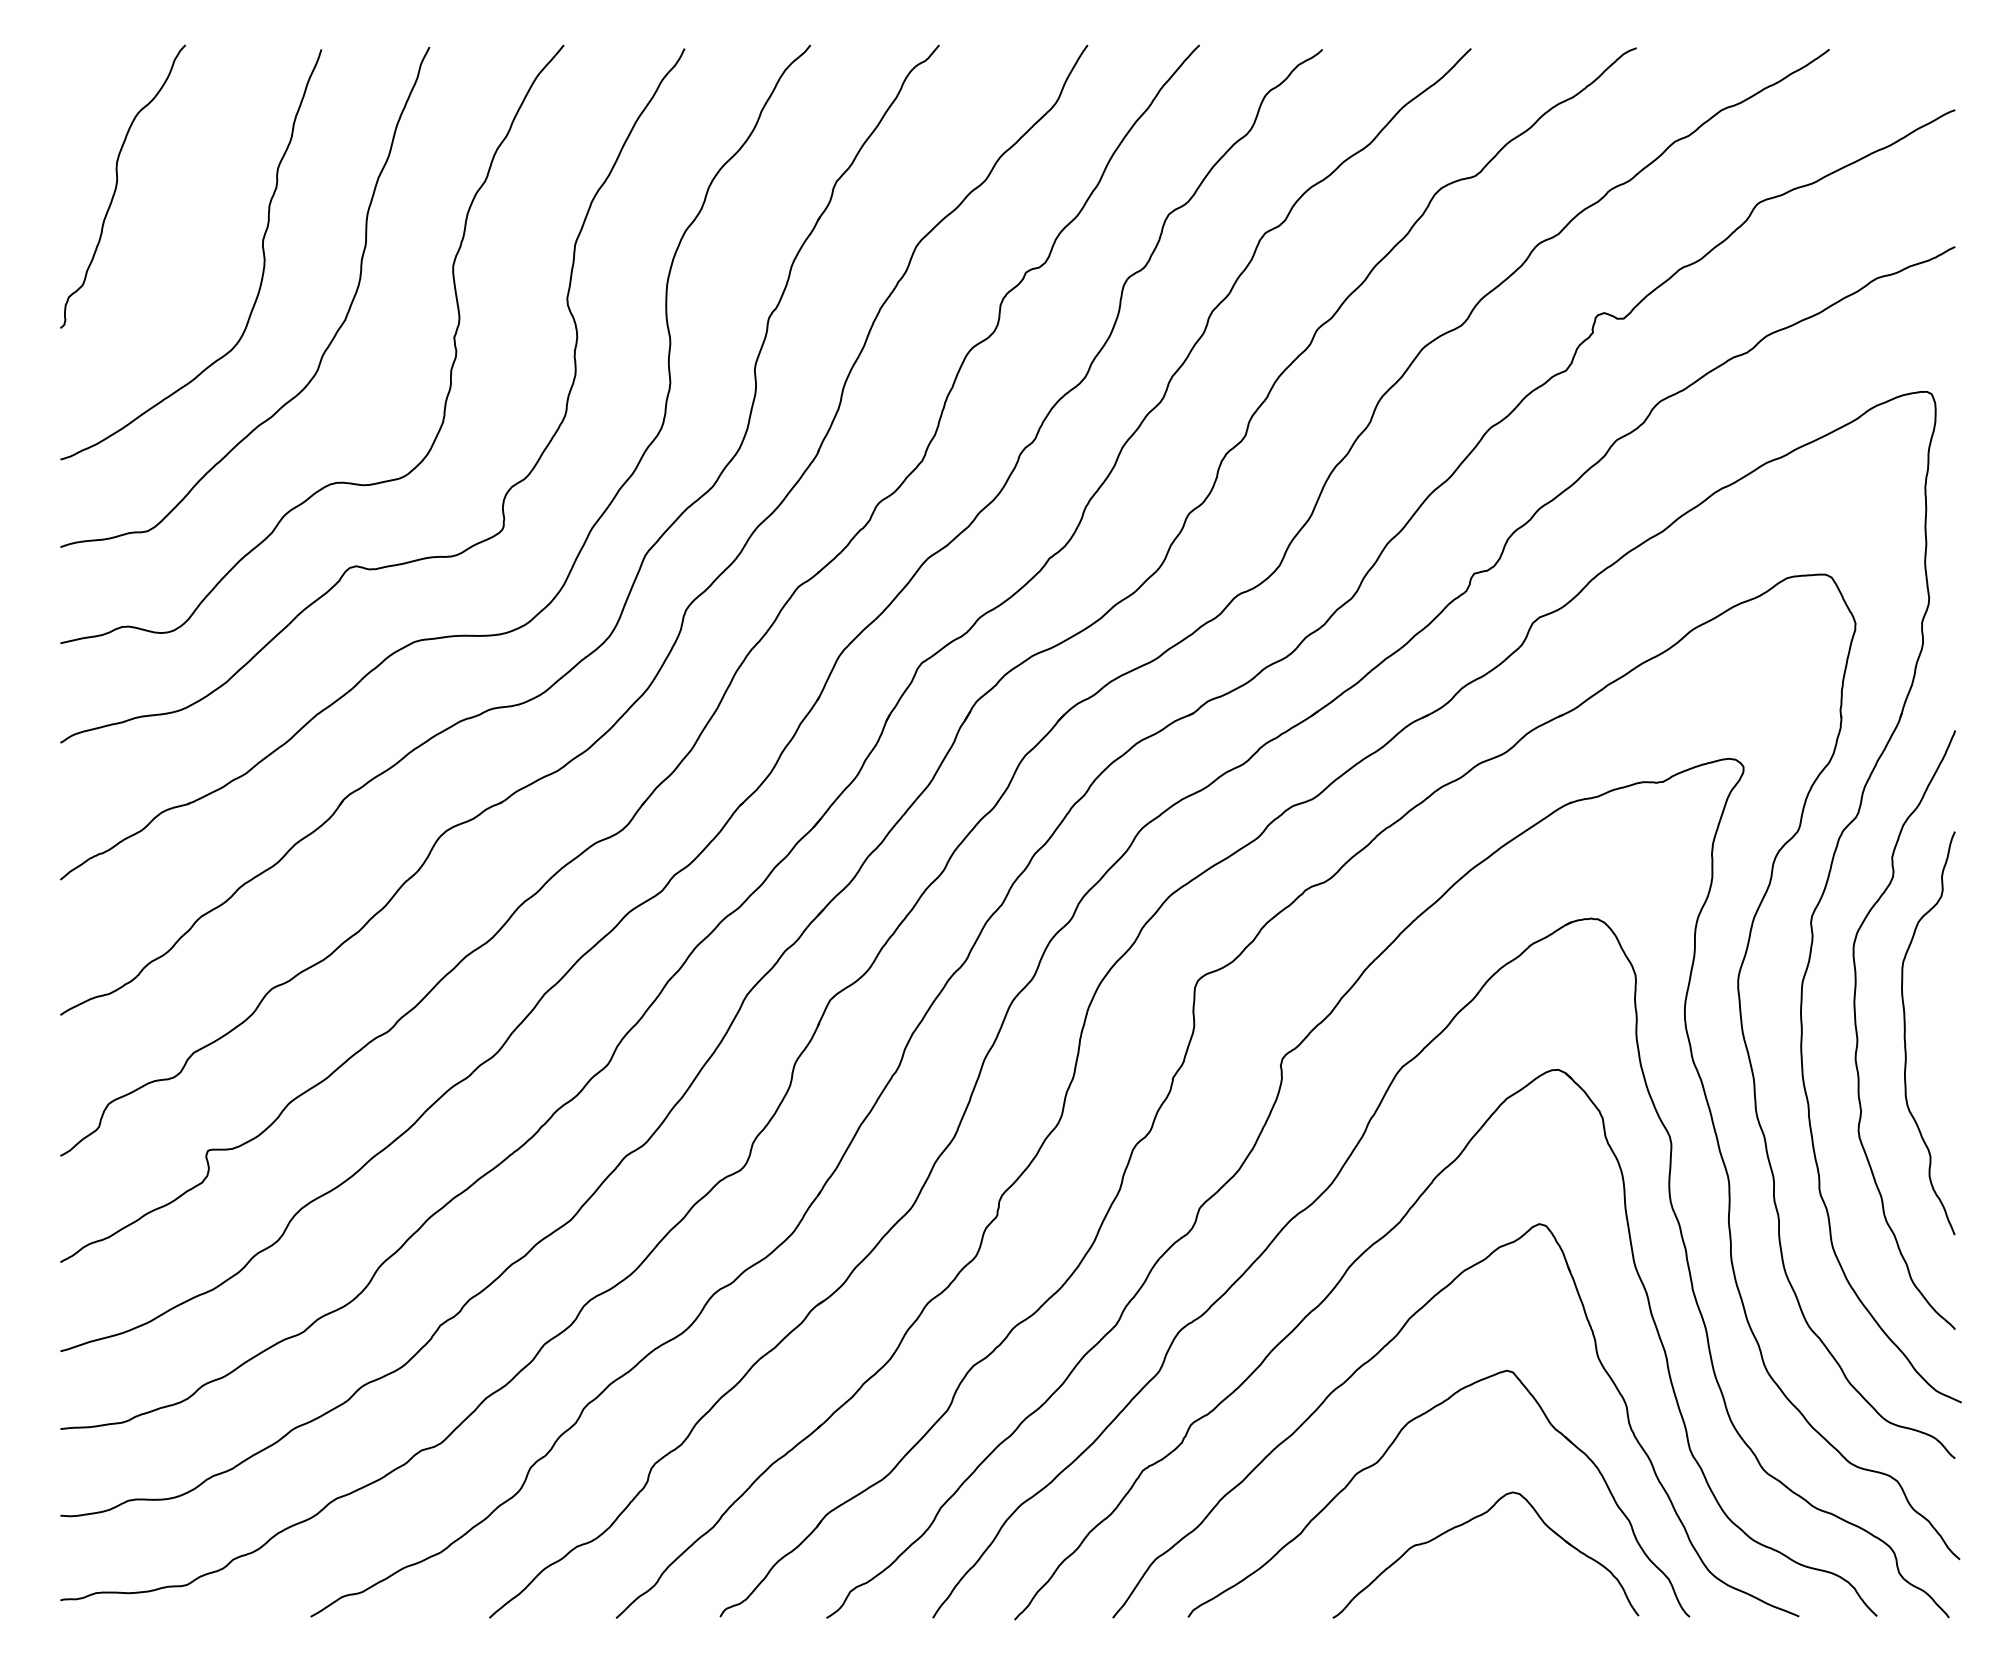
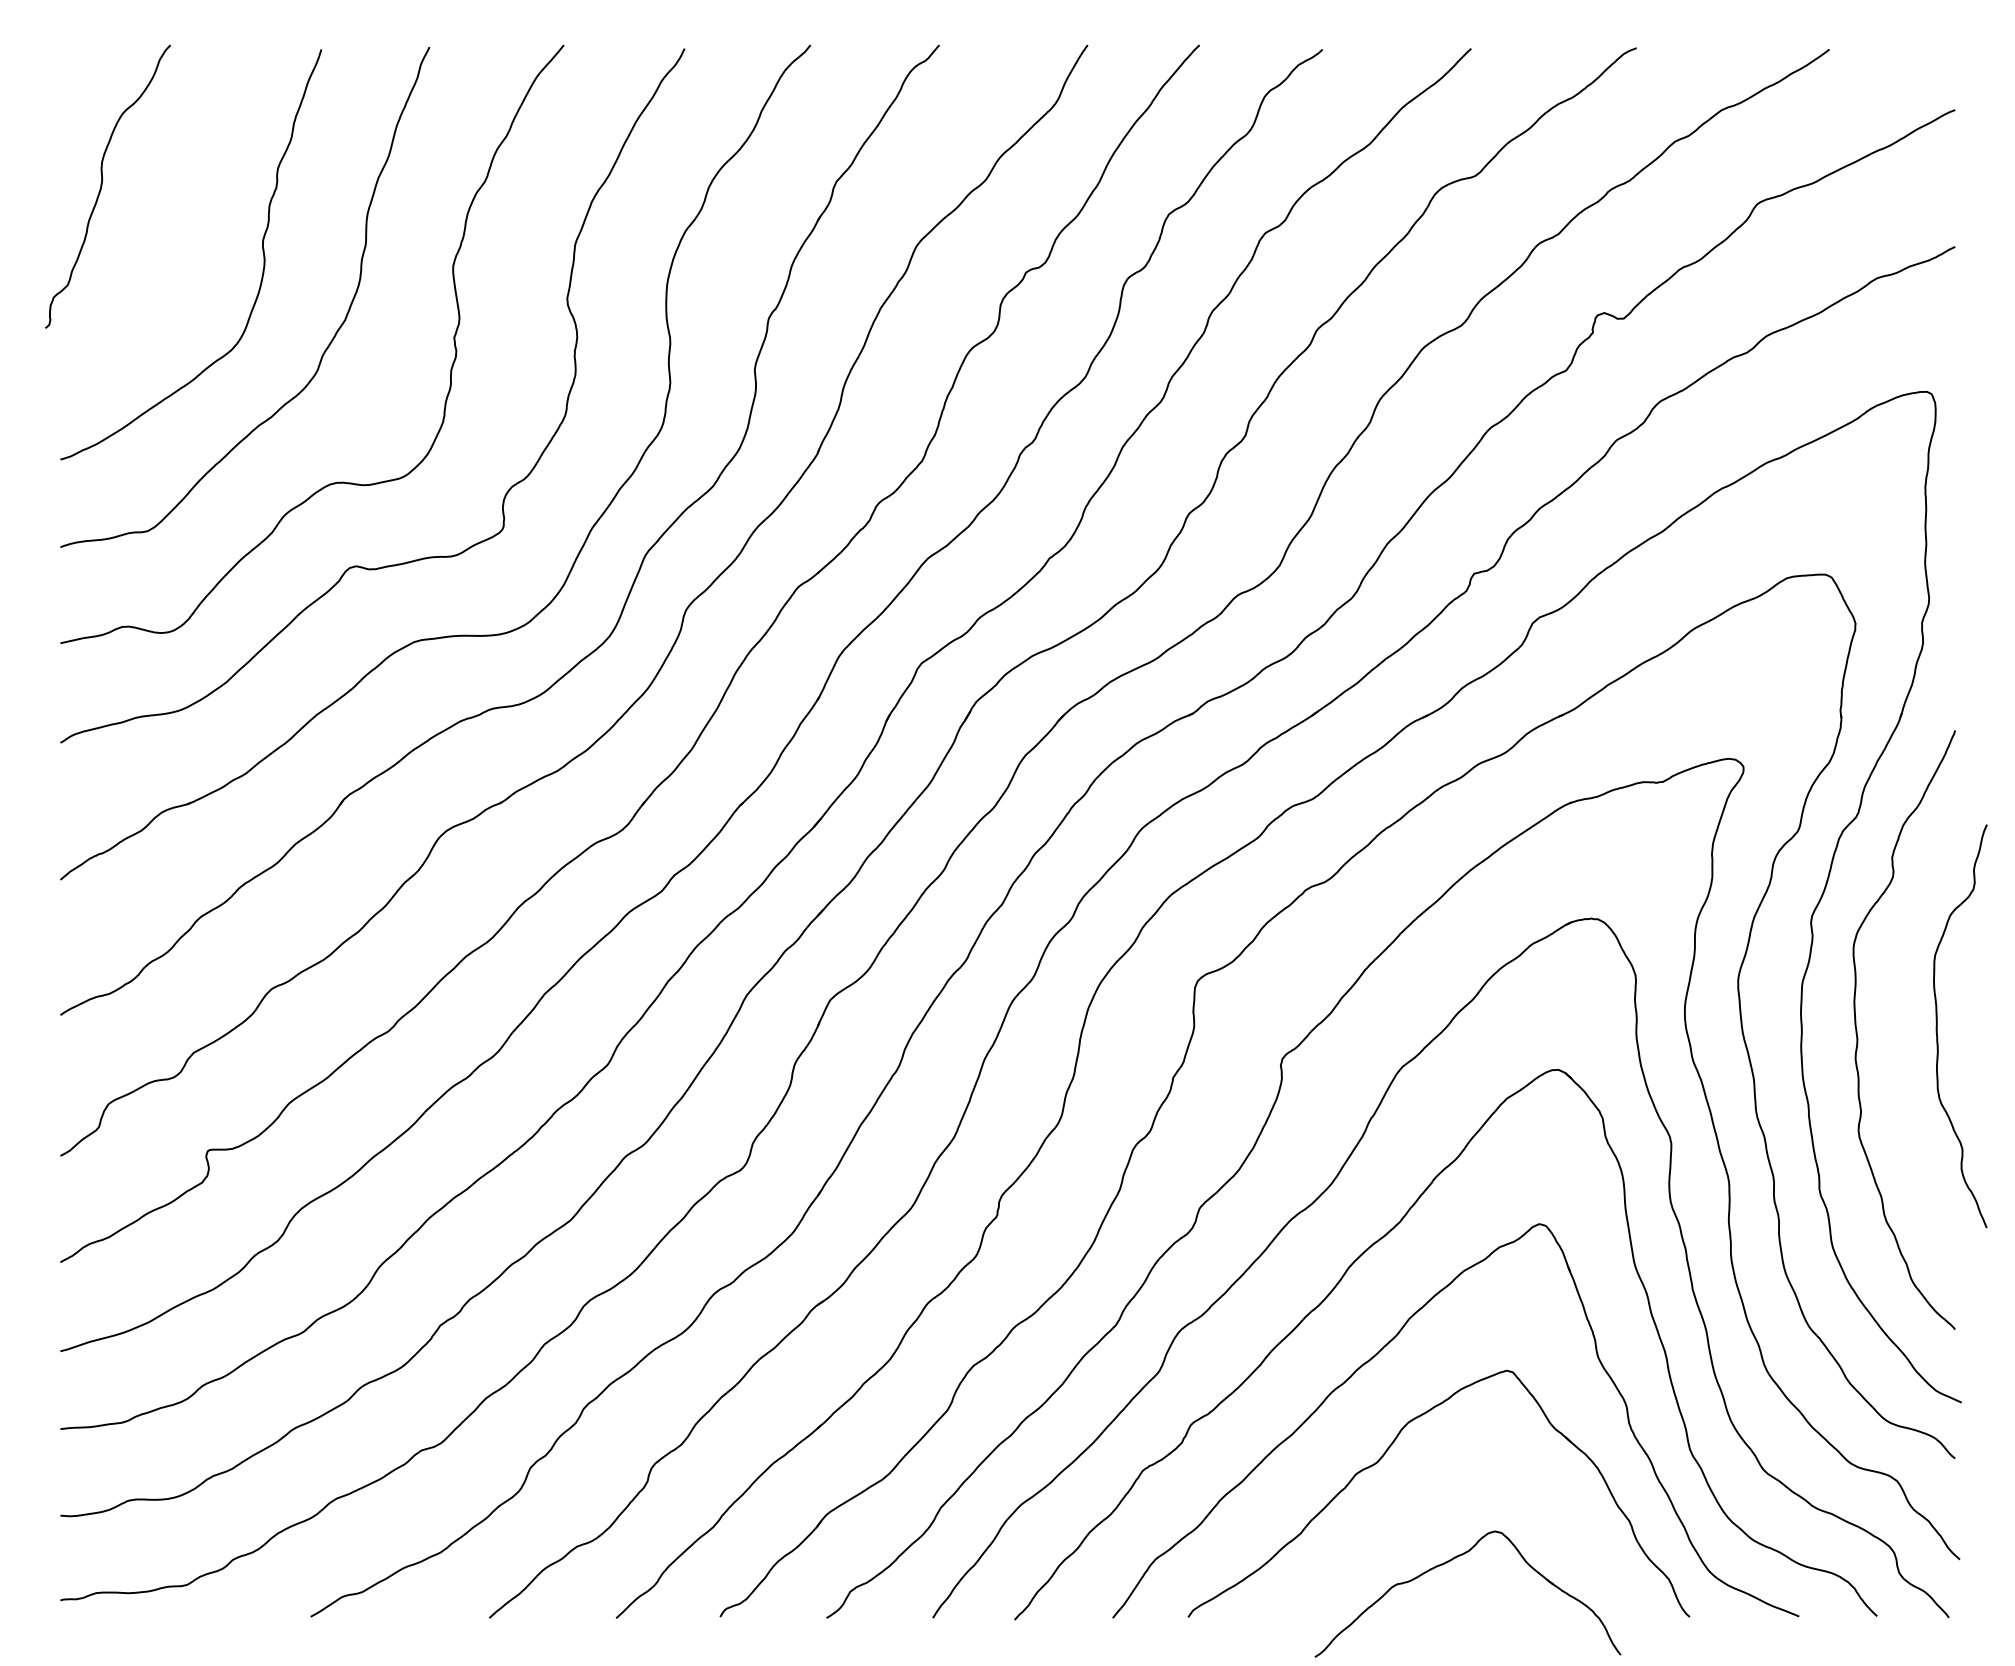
curve at (117, 186) position: (117, 186) -> (102, 186)
curve at (1905, 1033) position: (1905, 1033) -> (1937, 1026)
part at (1468, 1522) position: (1468, 1522) -> (1450, 1561)
